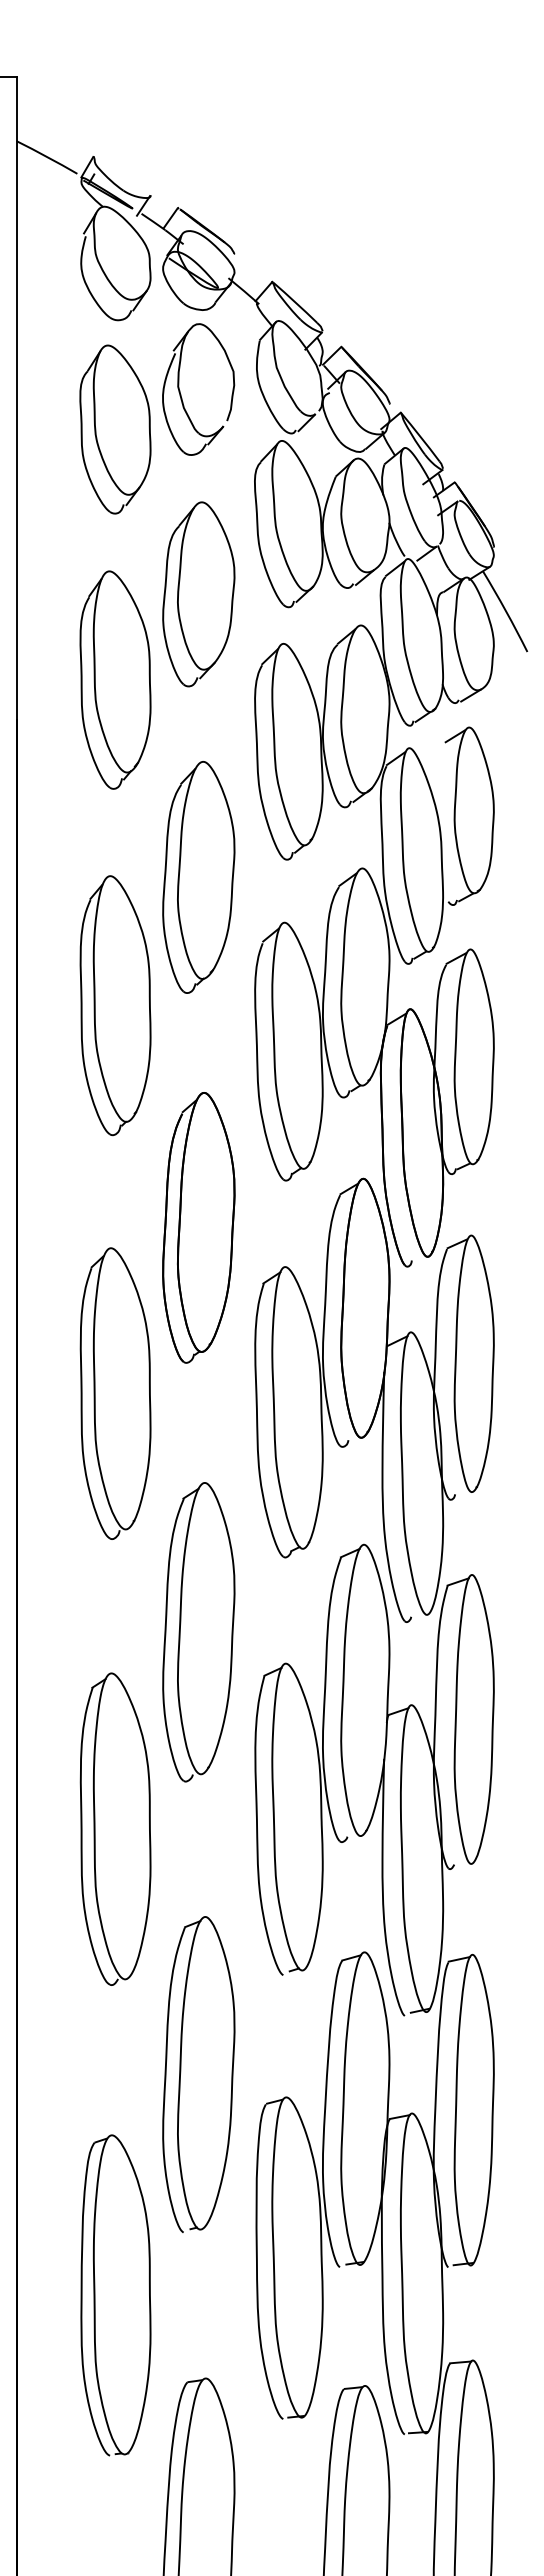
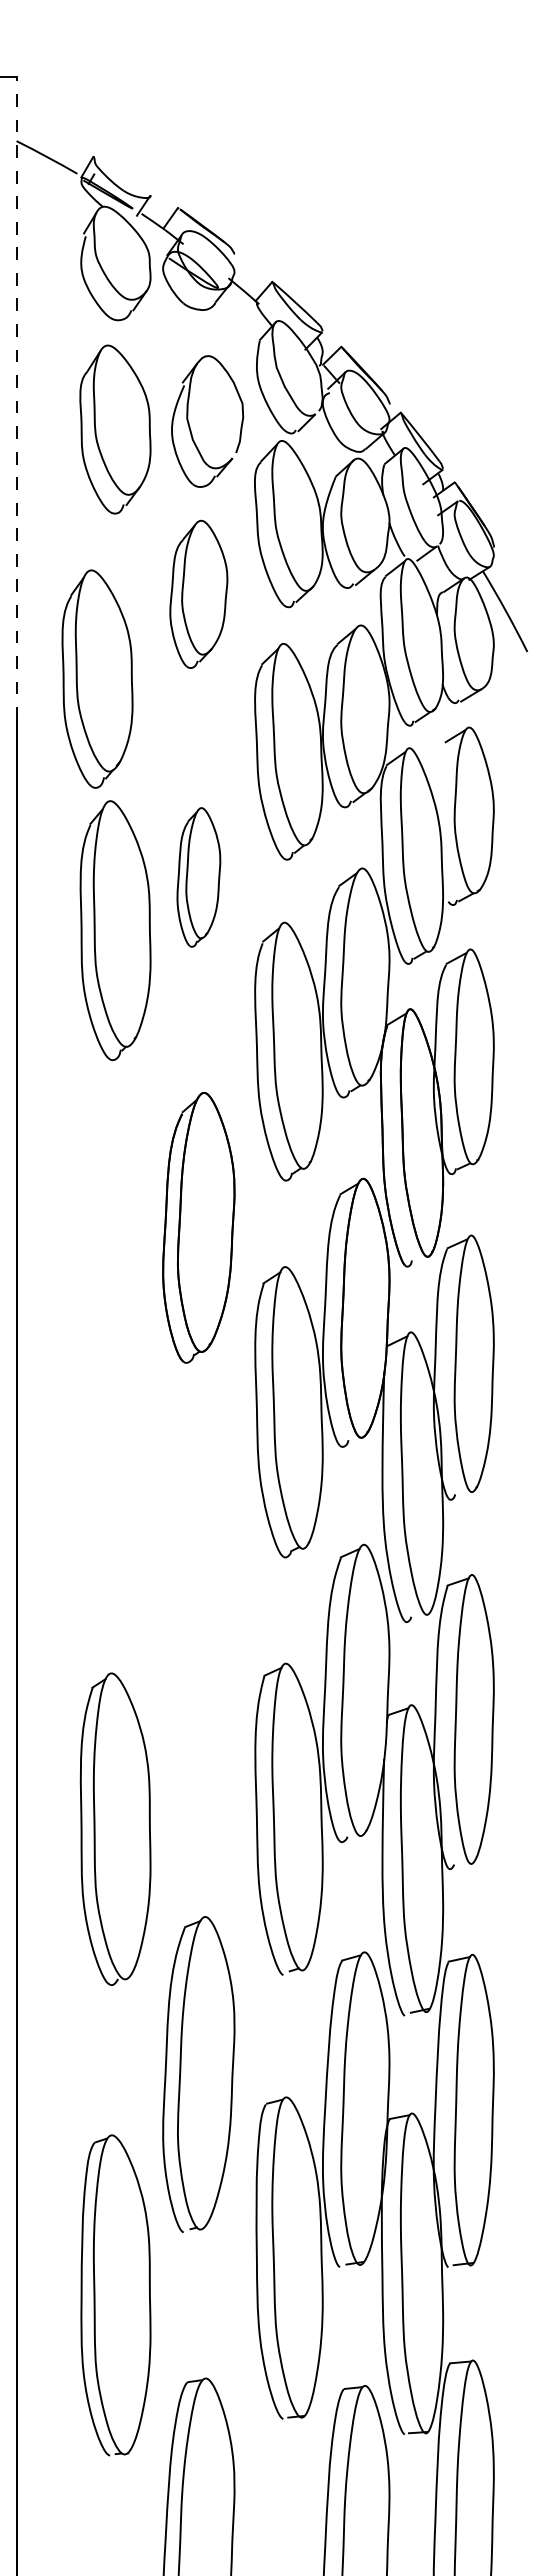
part at (181, 394) position: (181, 394) -> (190, 426)
line at (16, 398): solid -> dashed
part at (198, 594) size: 74x187 px -> 60x150 px
part at (115, 679) position: (115, 679) -> (97, 678)
part at (198, 877) size: 74x233 px -> 46x141 px
part at (115, 1005) position: (115, 1005) -> (115, 930)
part at (115, 1393): present -> none
part at (198, 1632): present -> none
